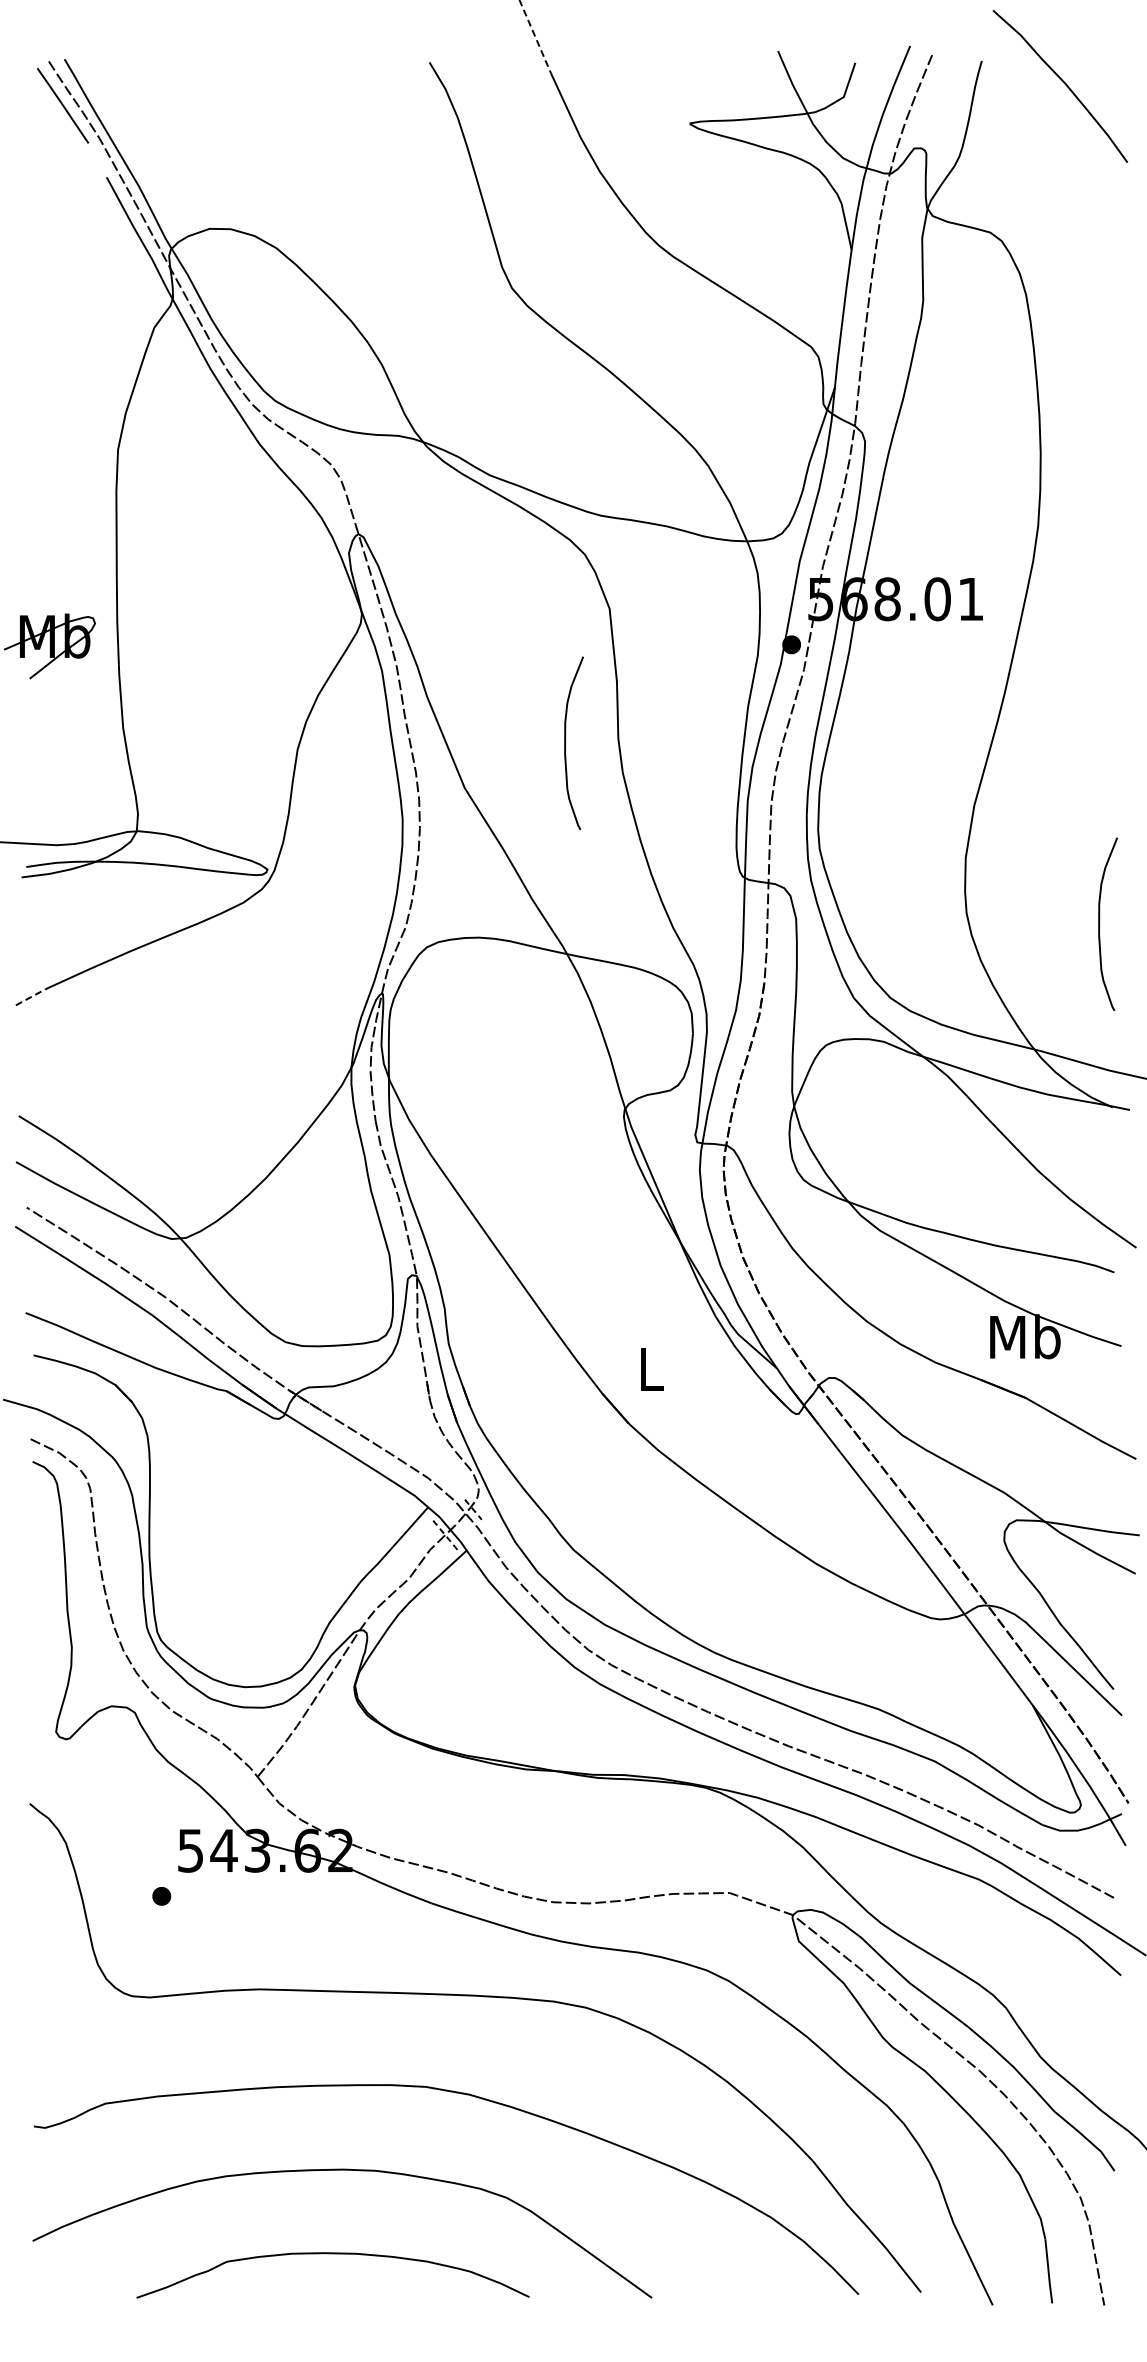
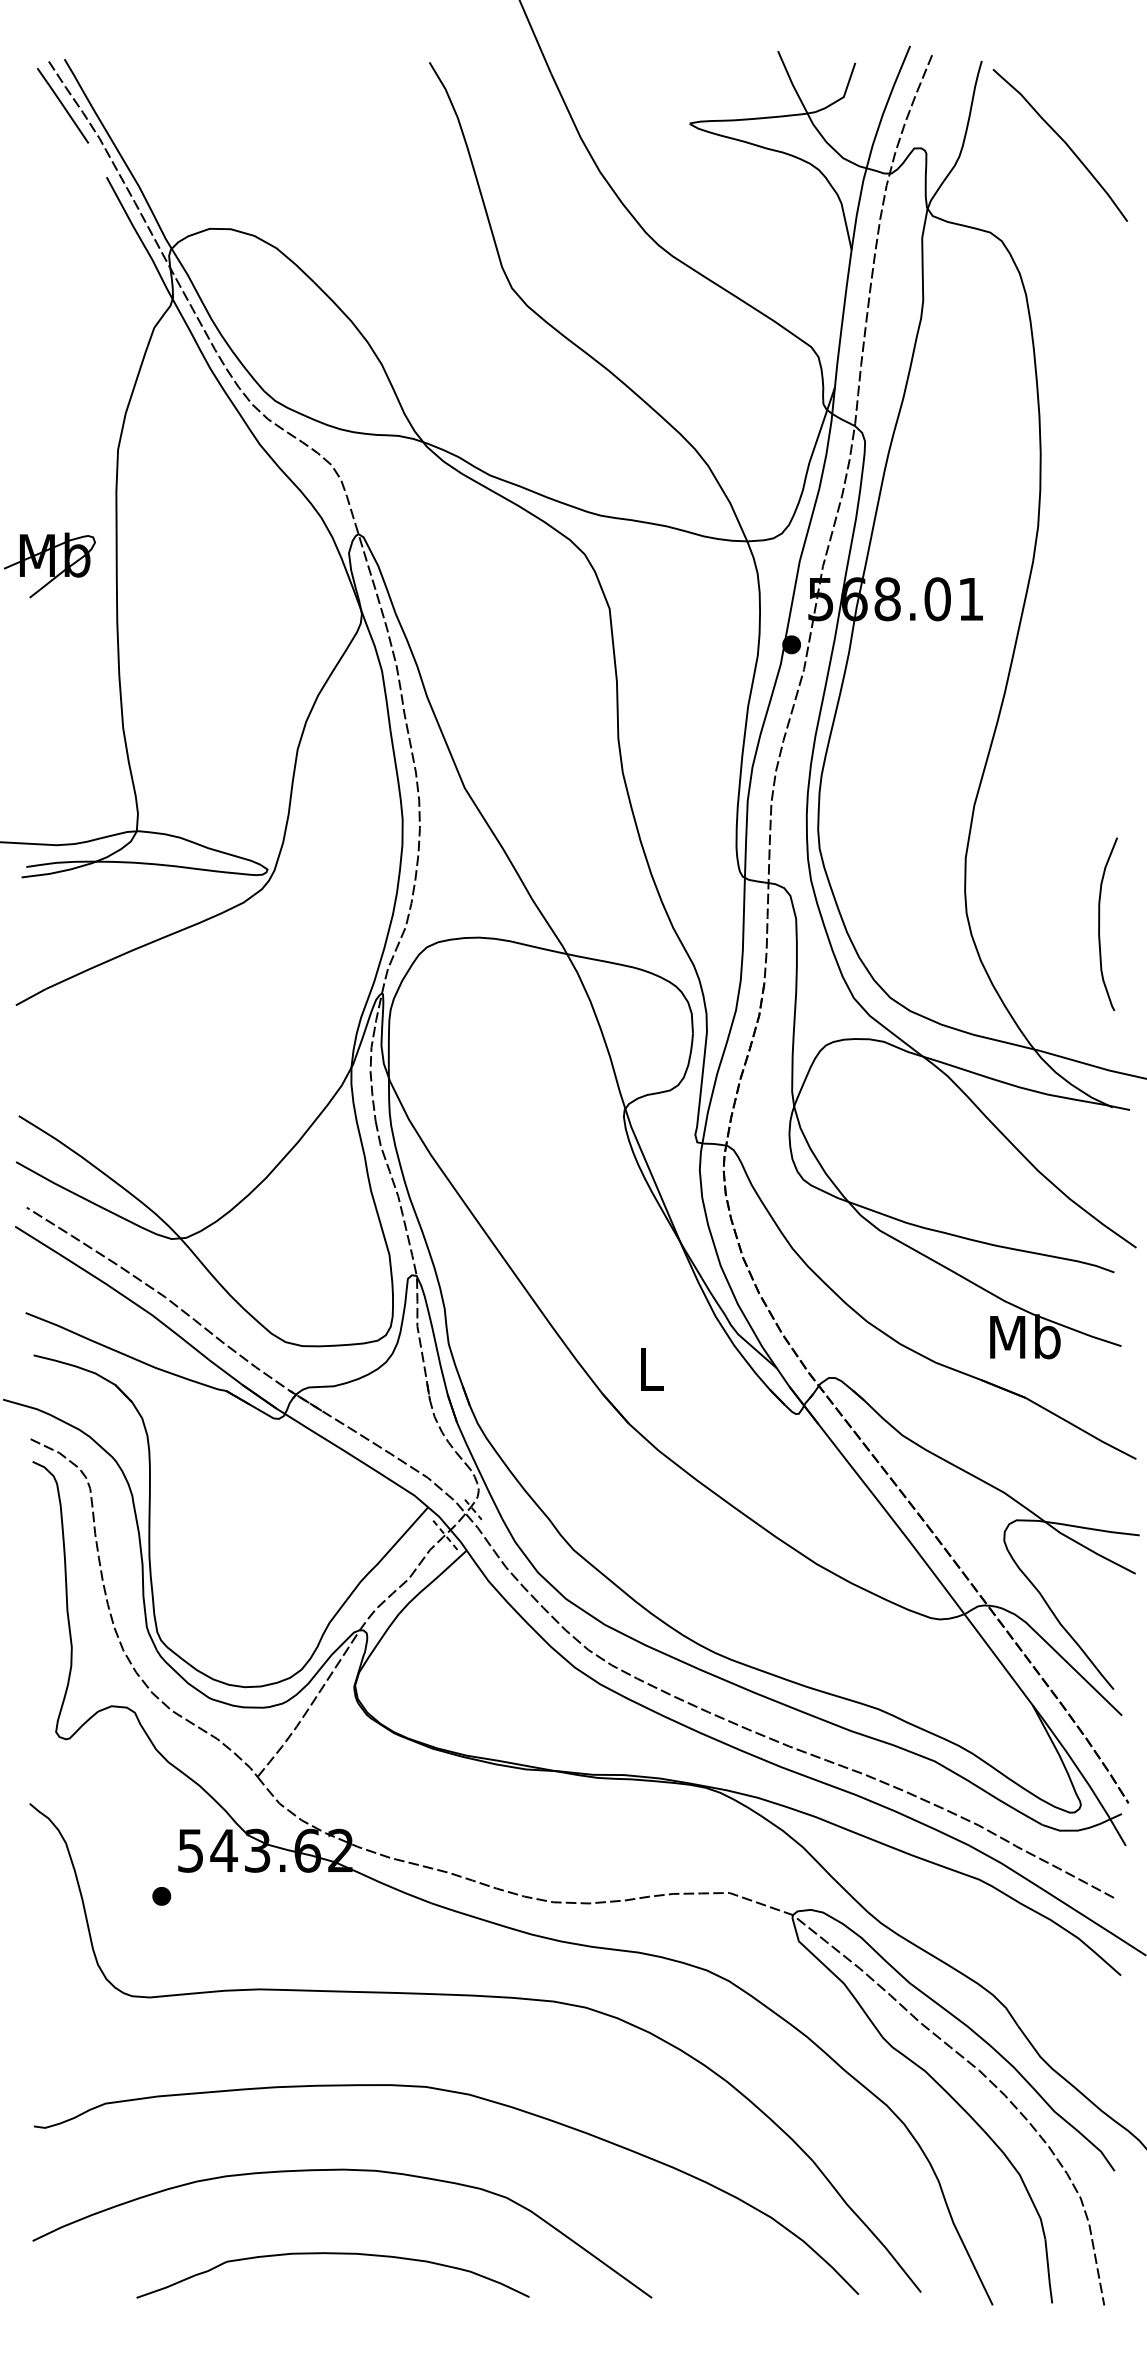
line at (535, 37): dashed -> solid
curve at (1062, 82) position: (1062, 82) -> (1062, 141)
part at (49, 646) position: (49, 646) -> (49, 565)
curve at (566, 741): present -> none
line at (30, 997): dashed -> solid
